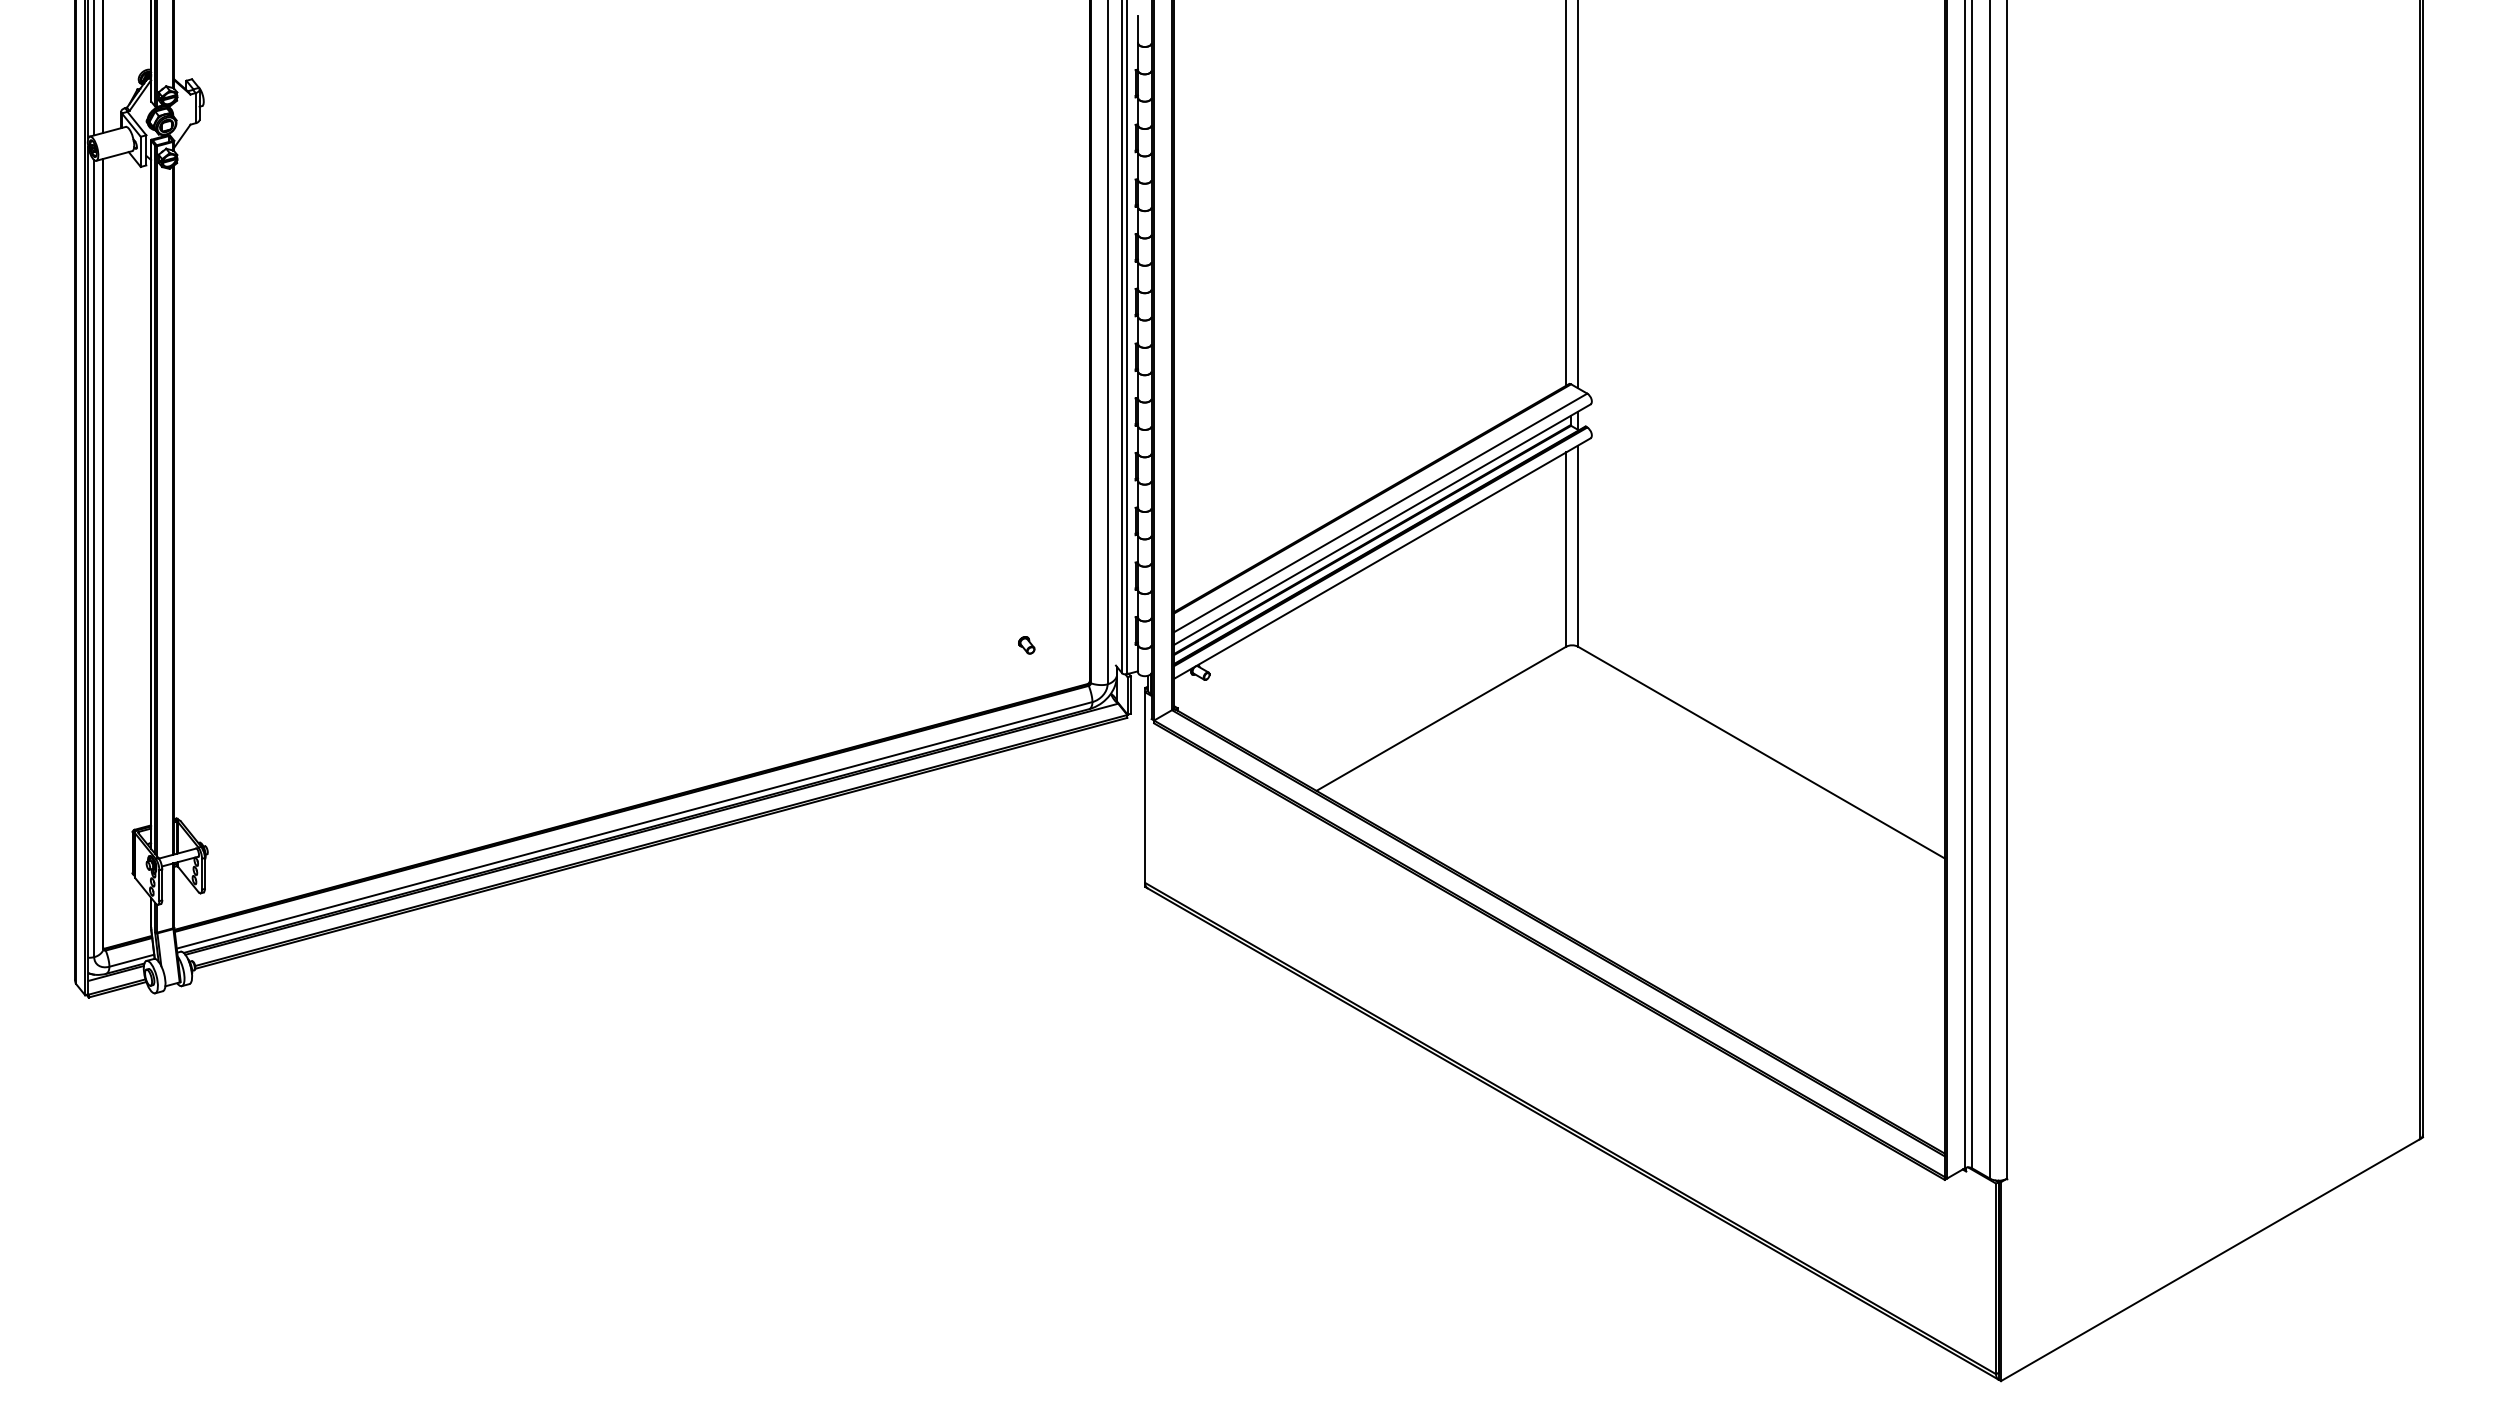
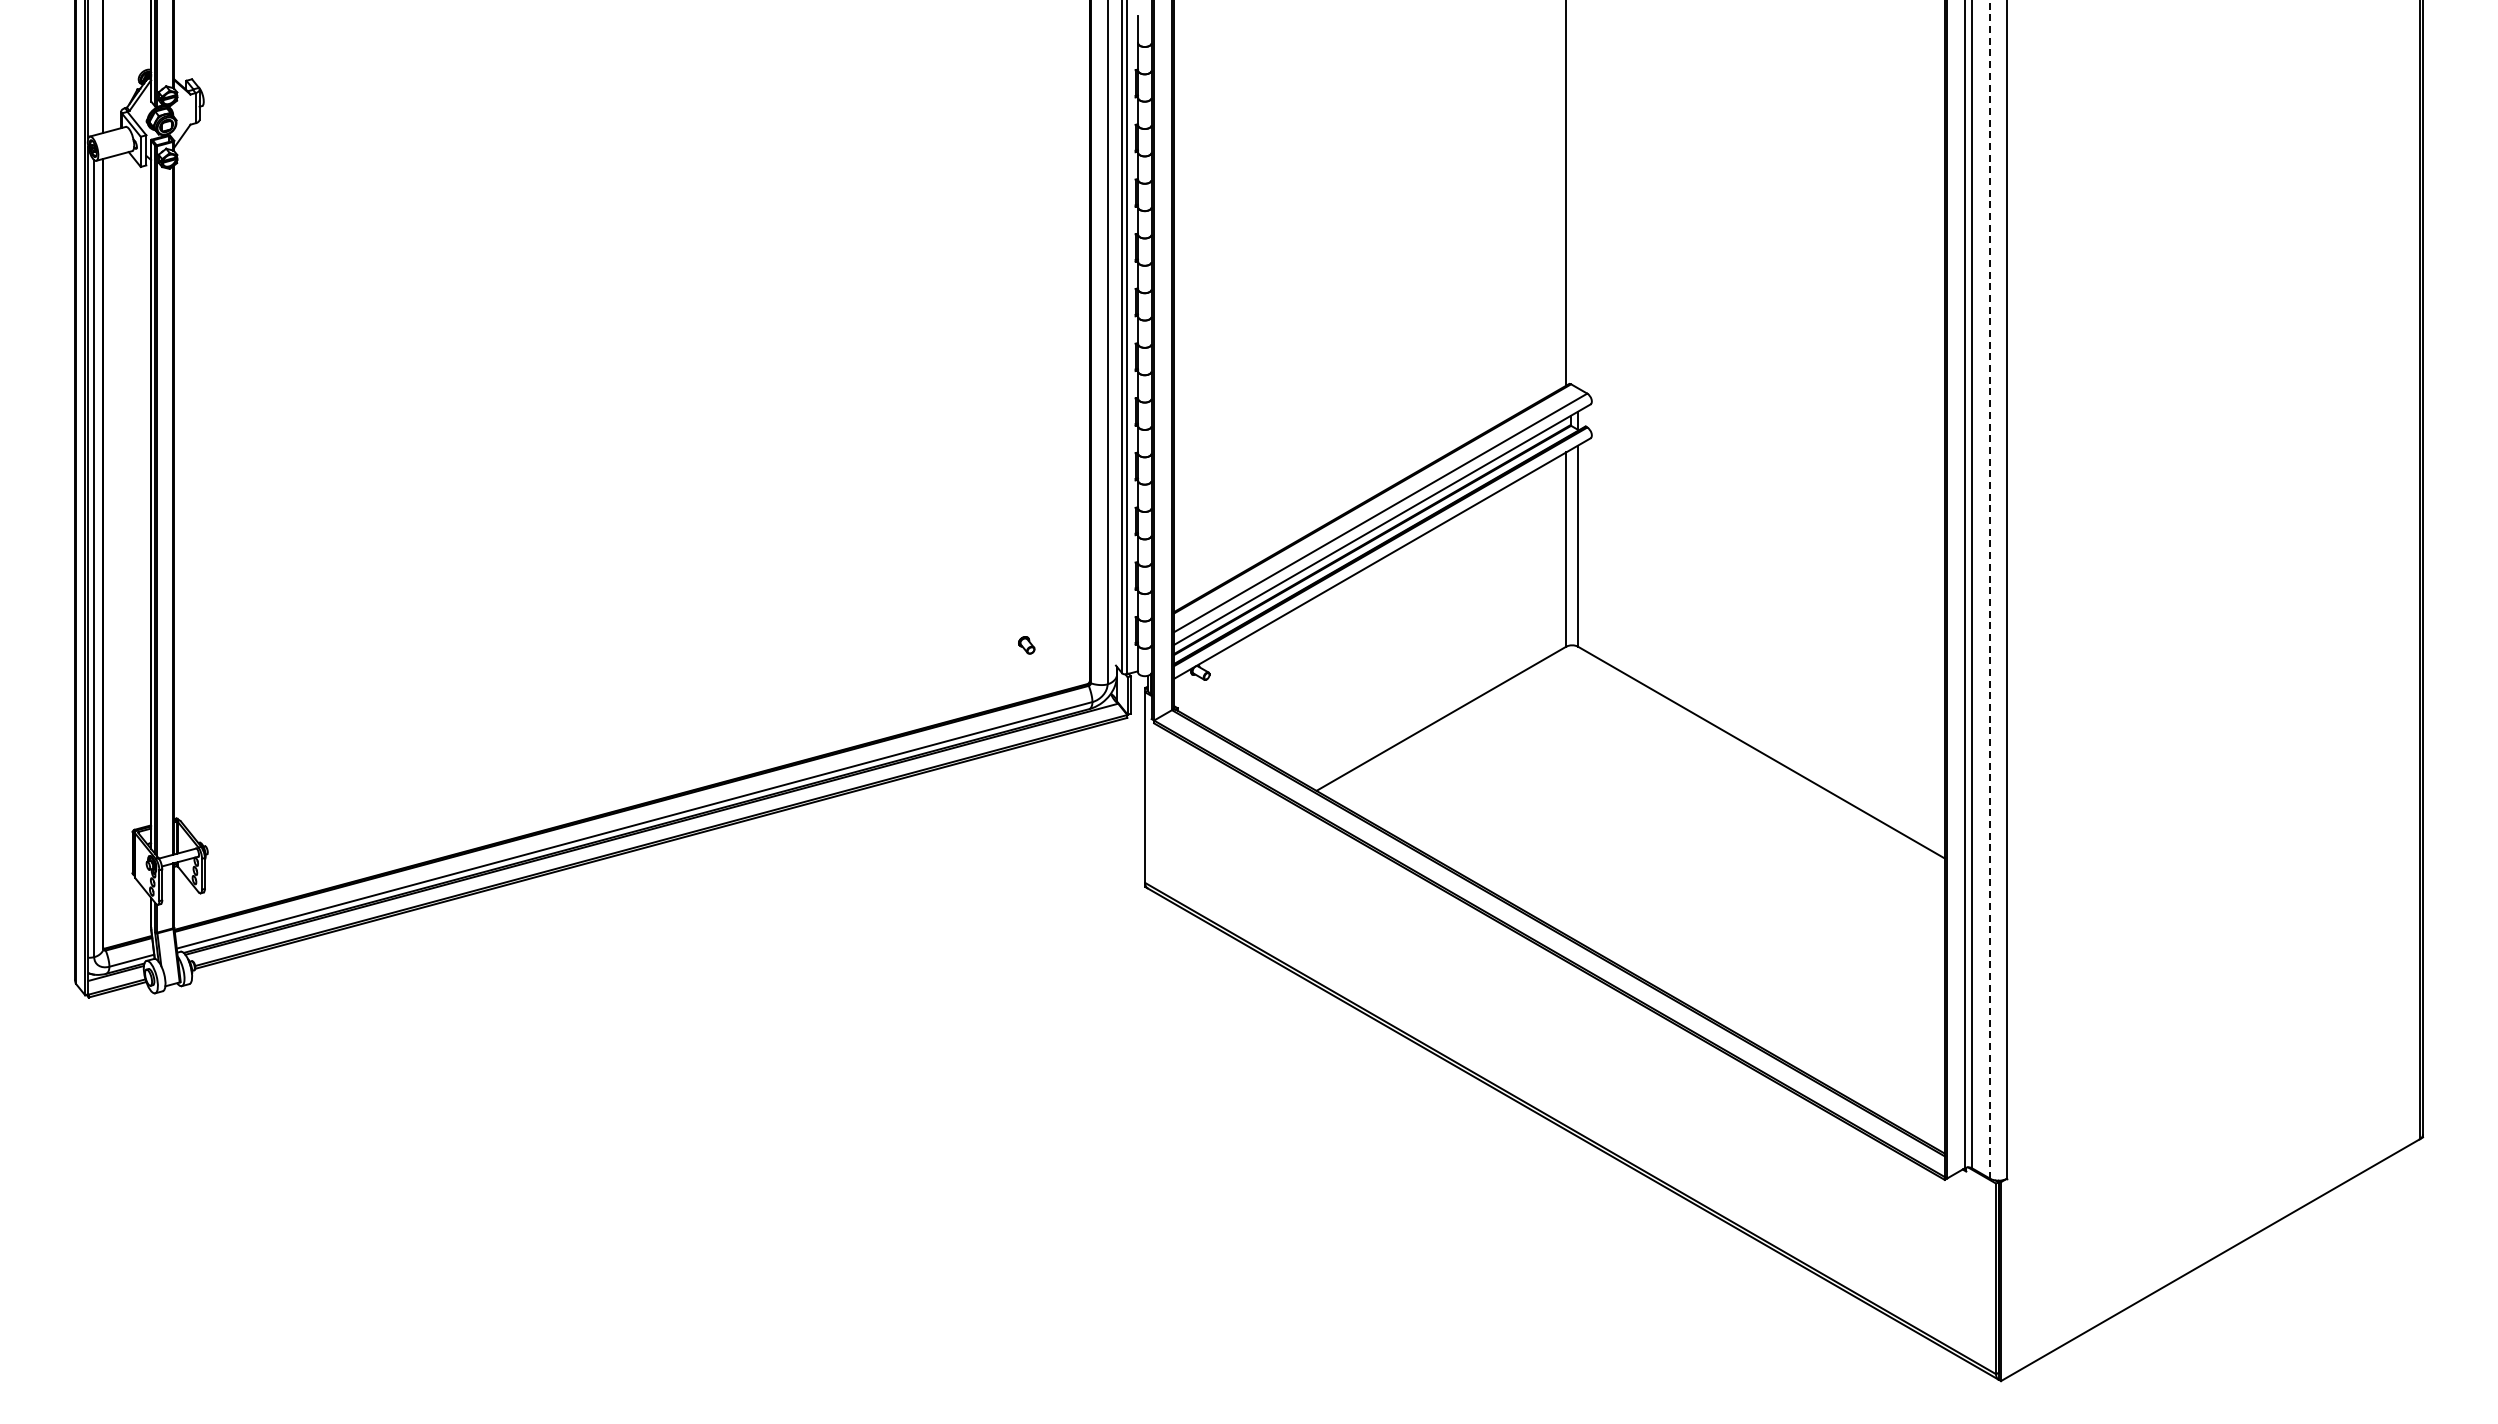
line at (94, 68): present -> none
line at (1578, 195): present -> none
line at (1990, 589): solid -> dashed
